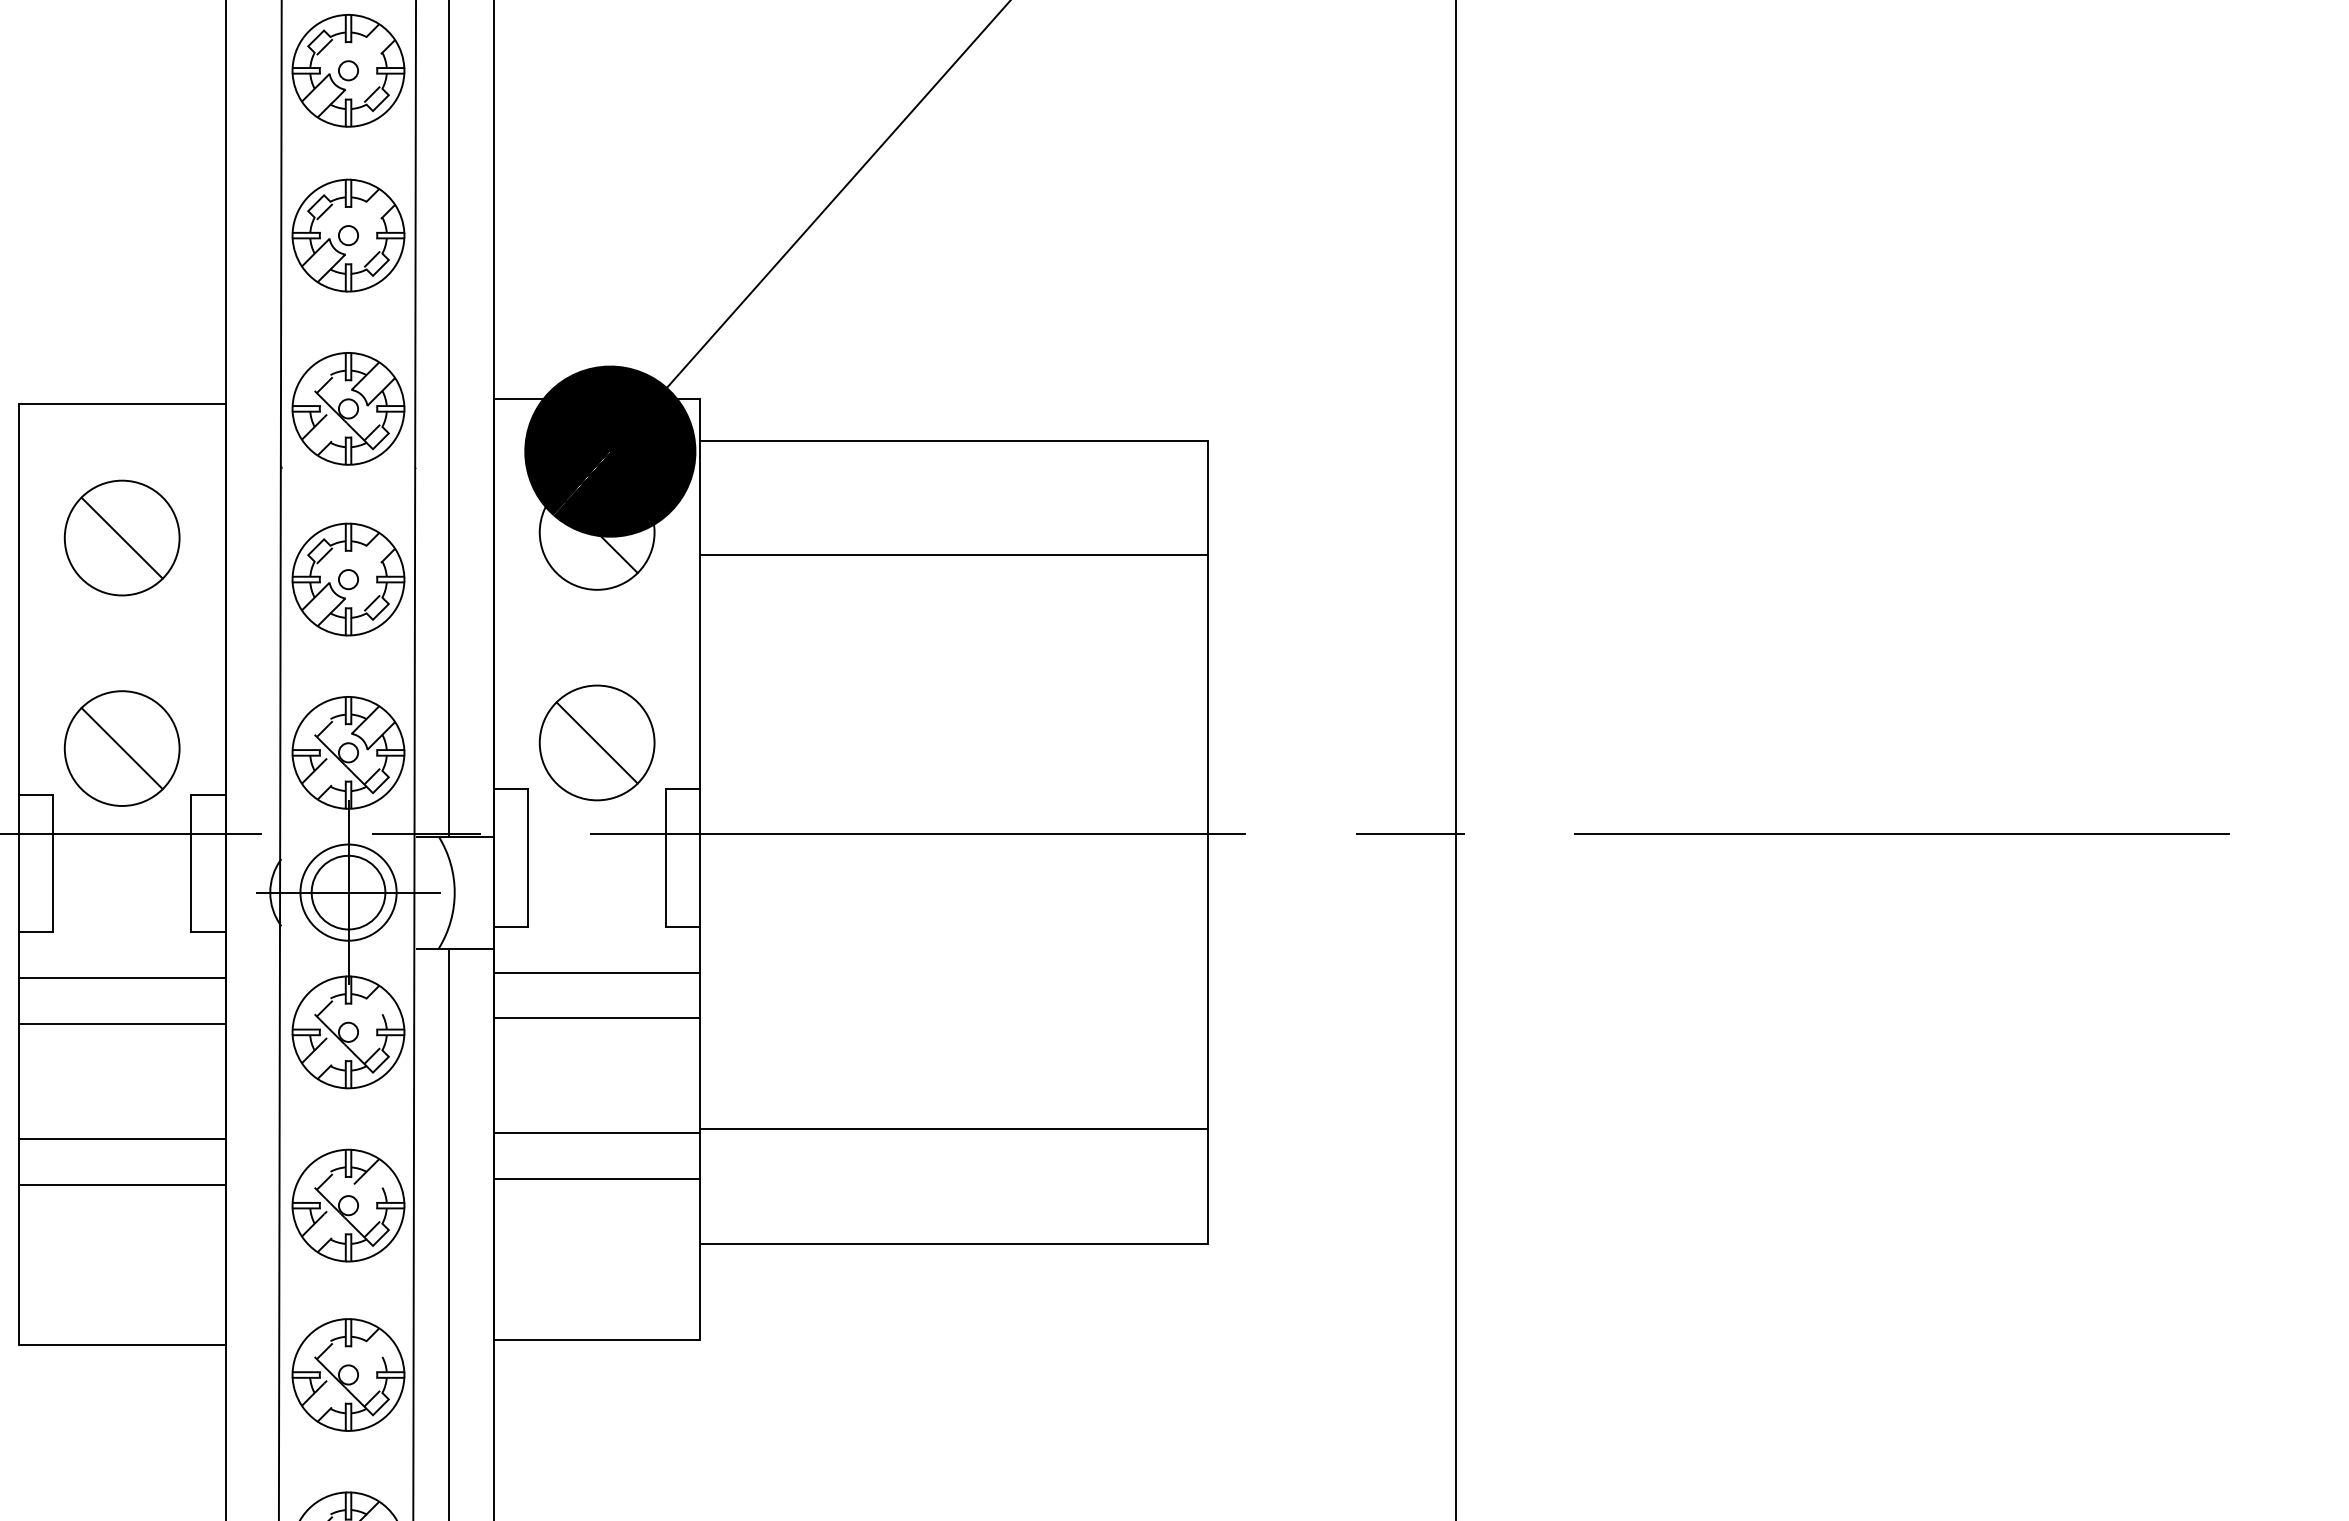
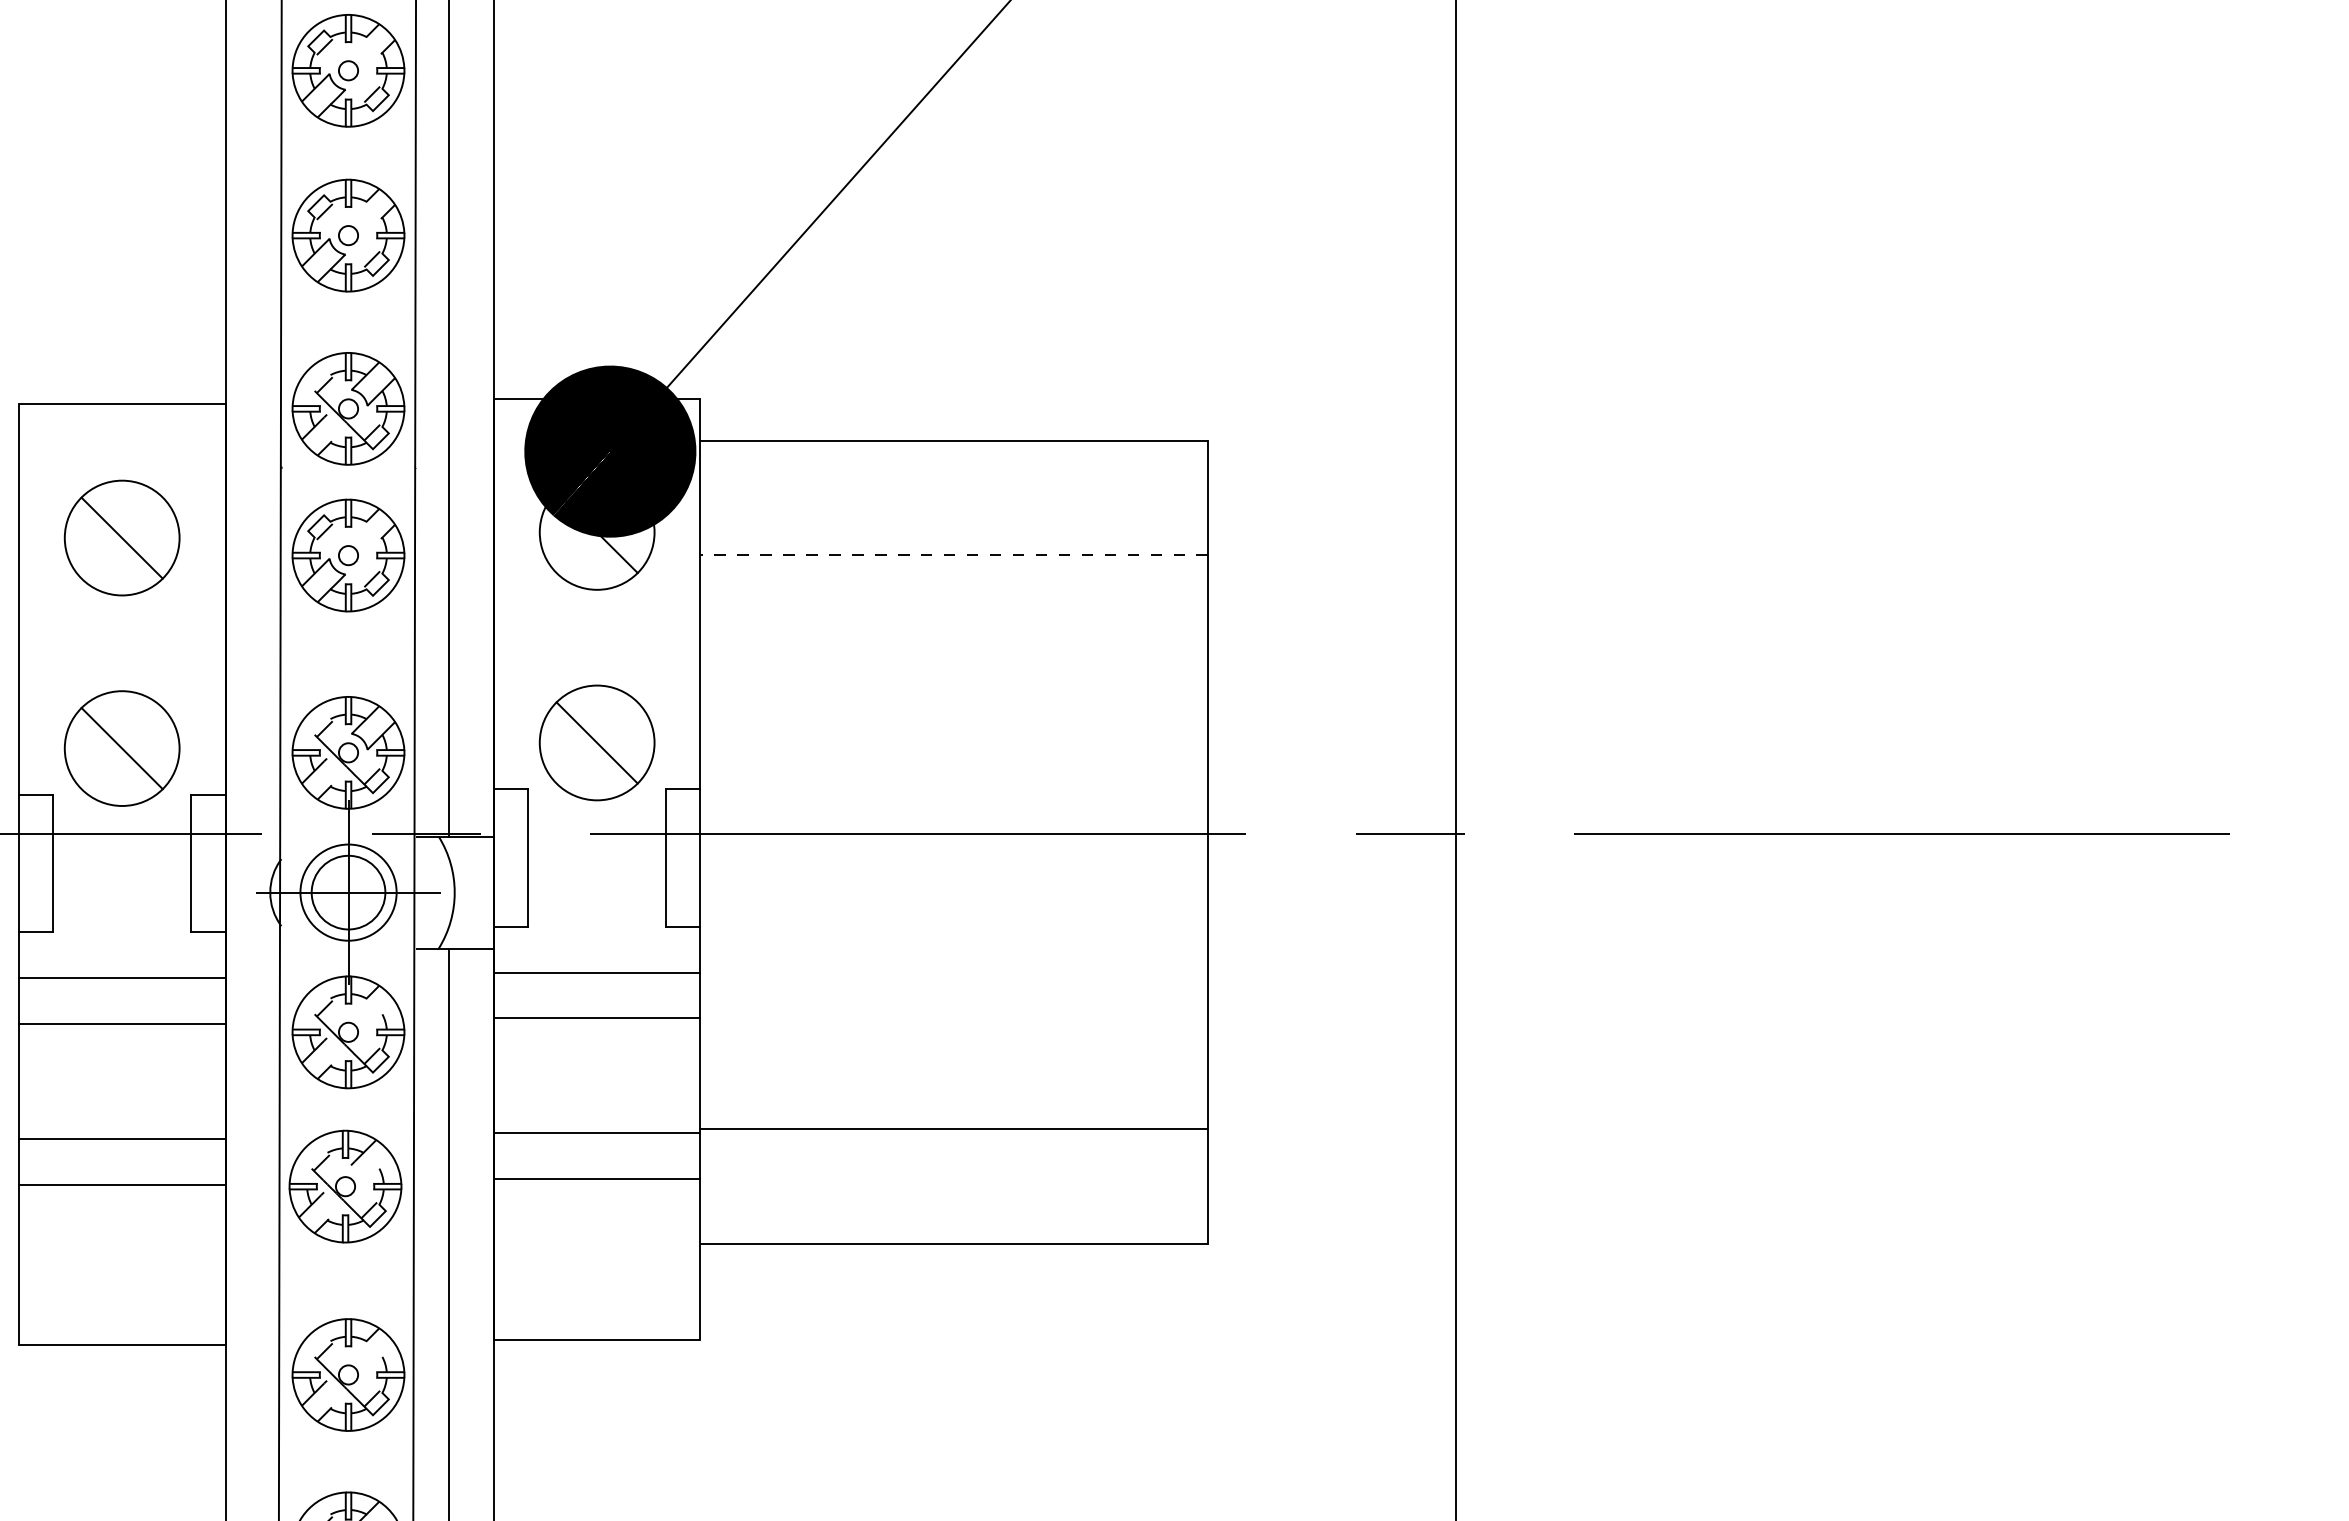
line at (954, 555): solid -> dashed
part at (348, 579) position: (348, 579) -> (348, 555)
part at (348, 1205) position: (348, 1205) -> (345, 1186)
